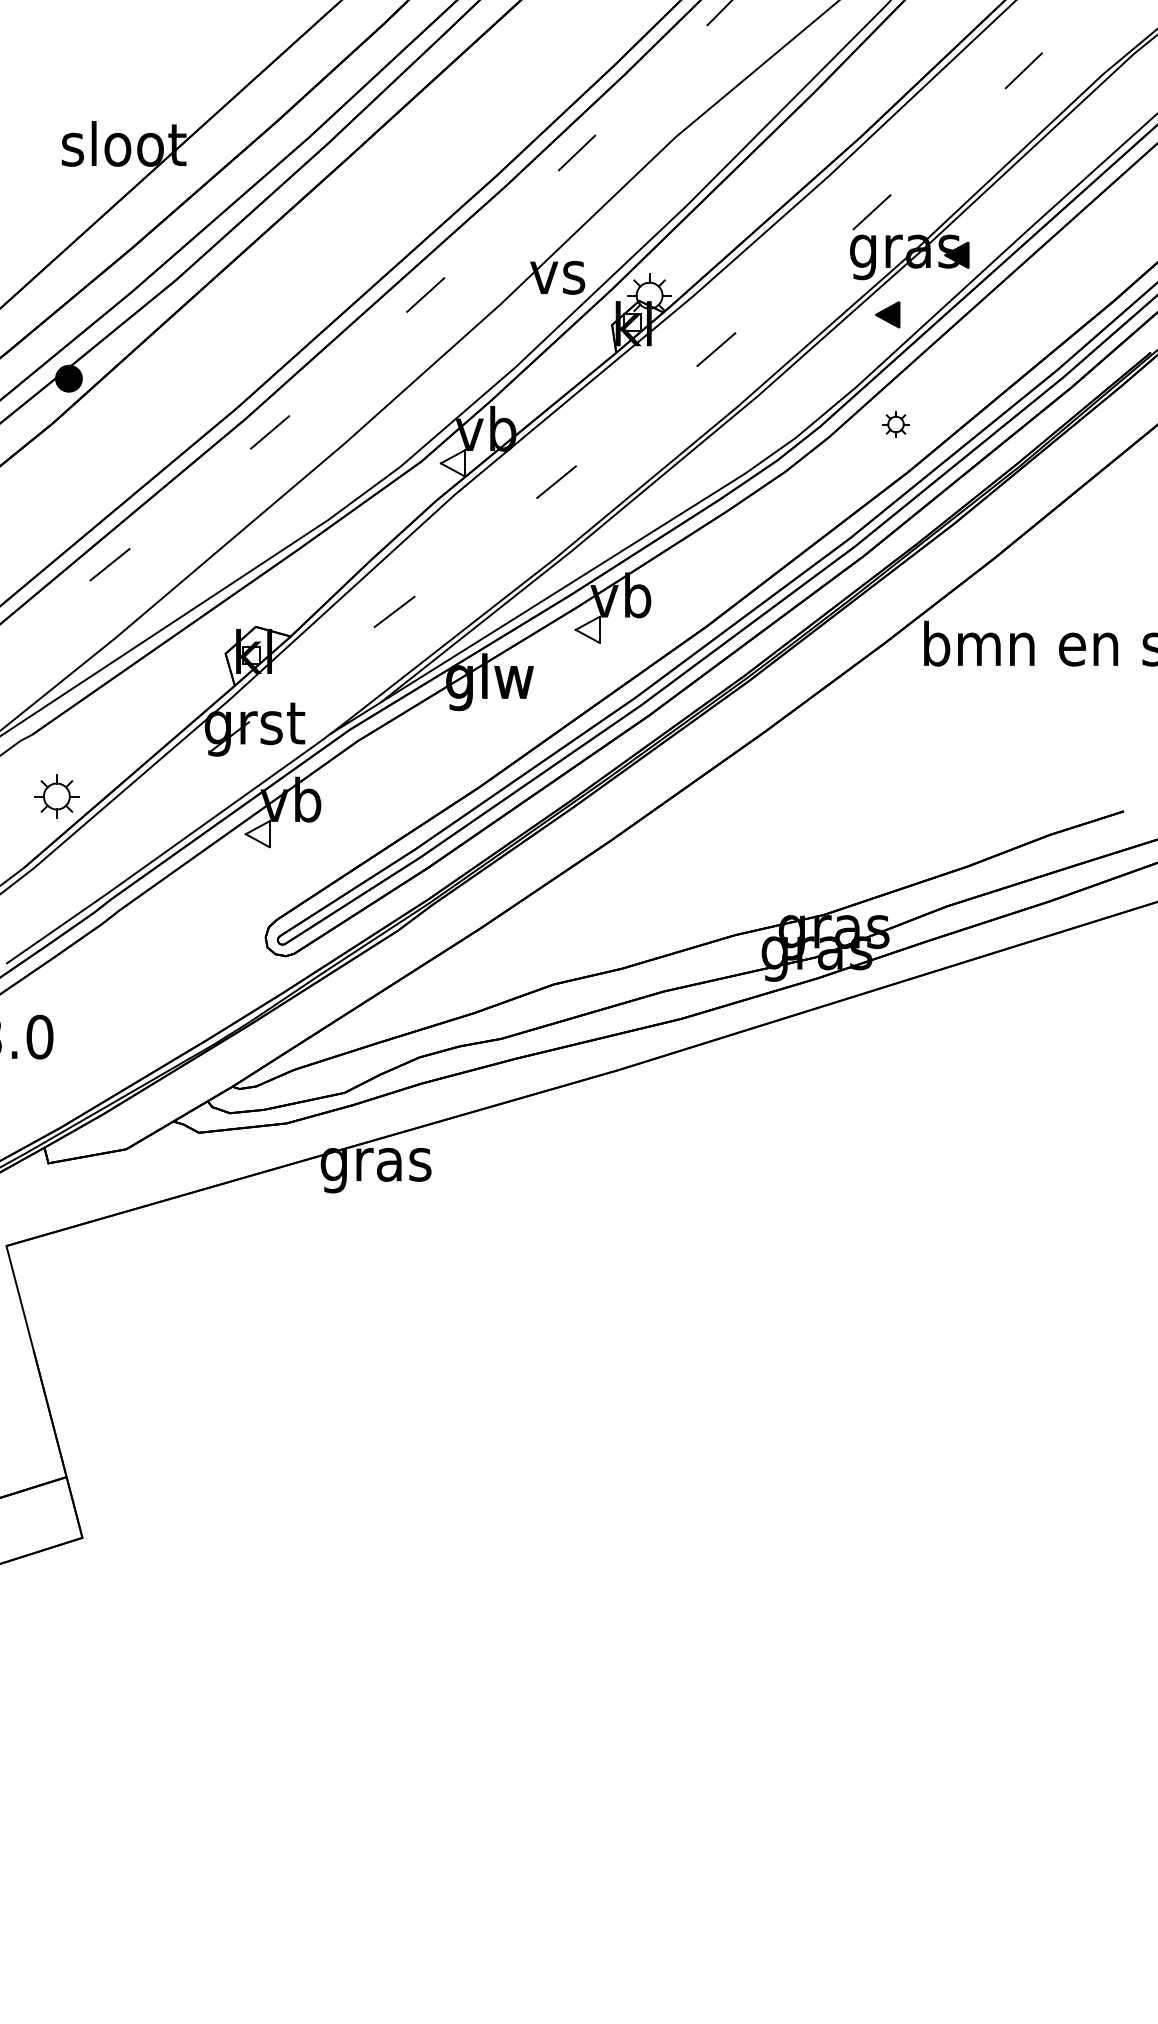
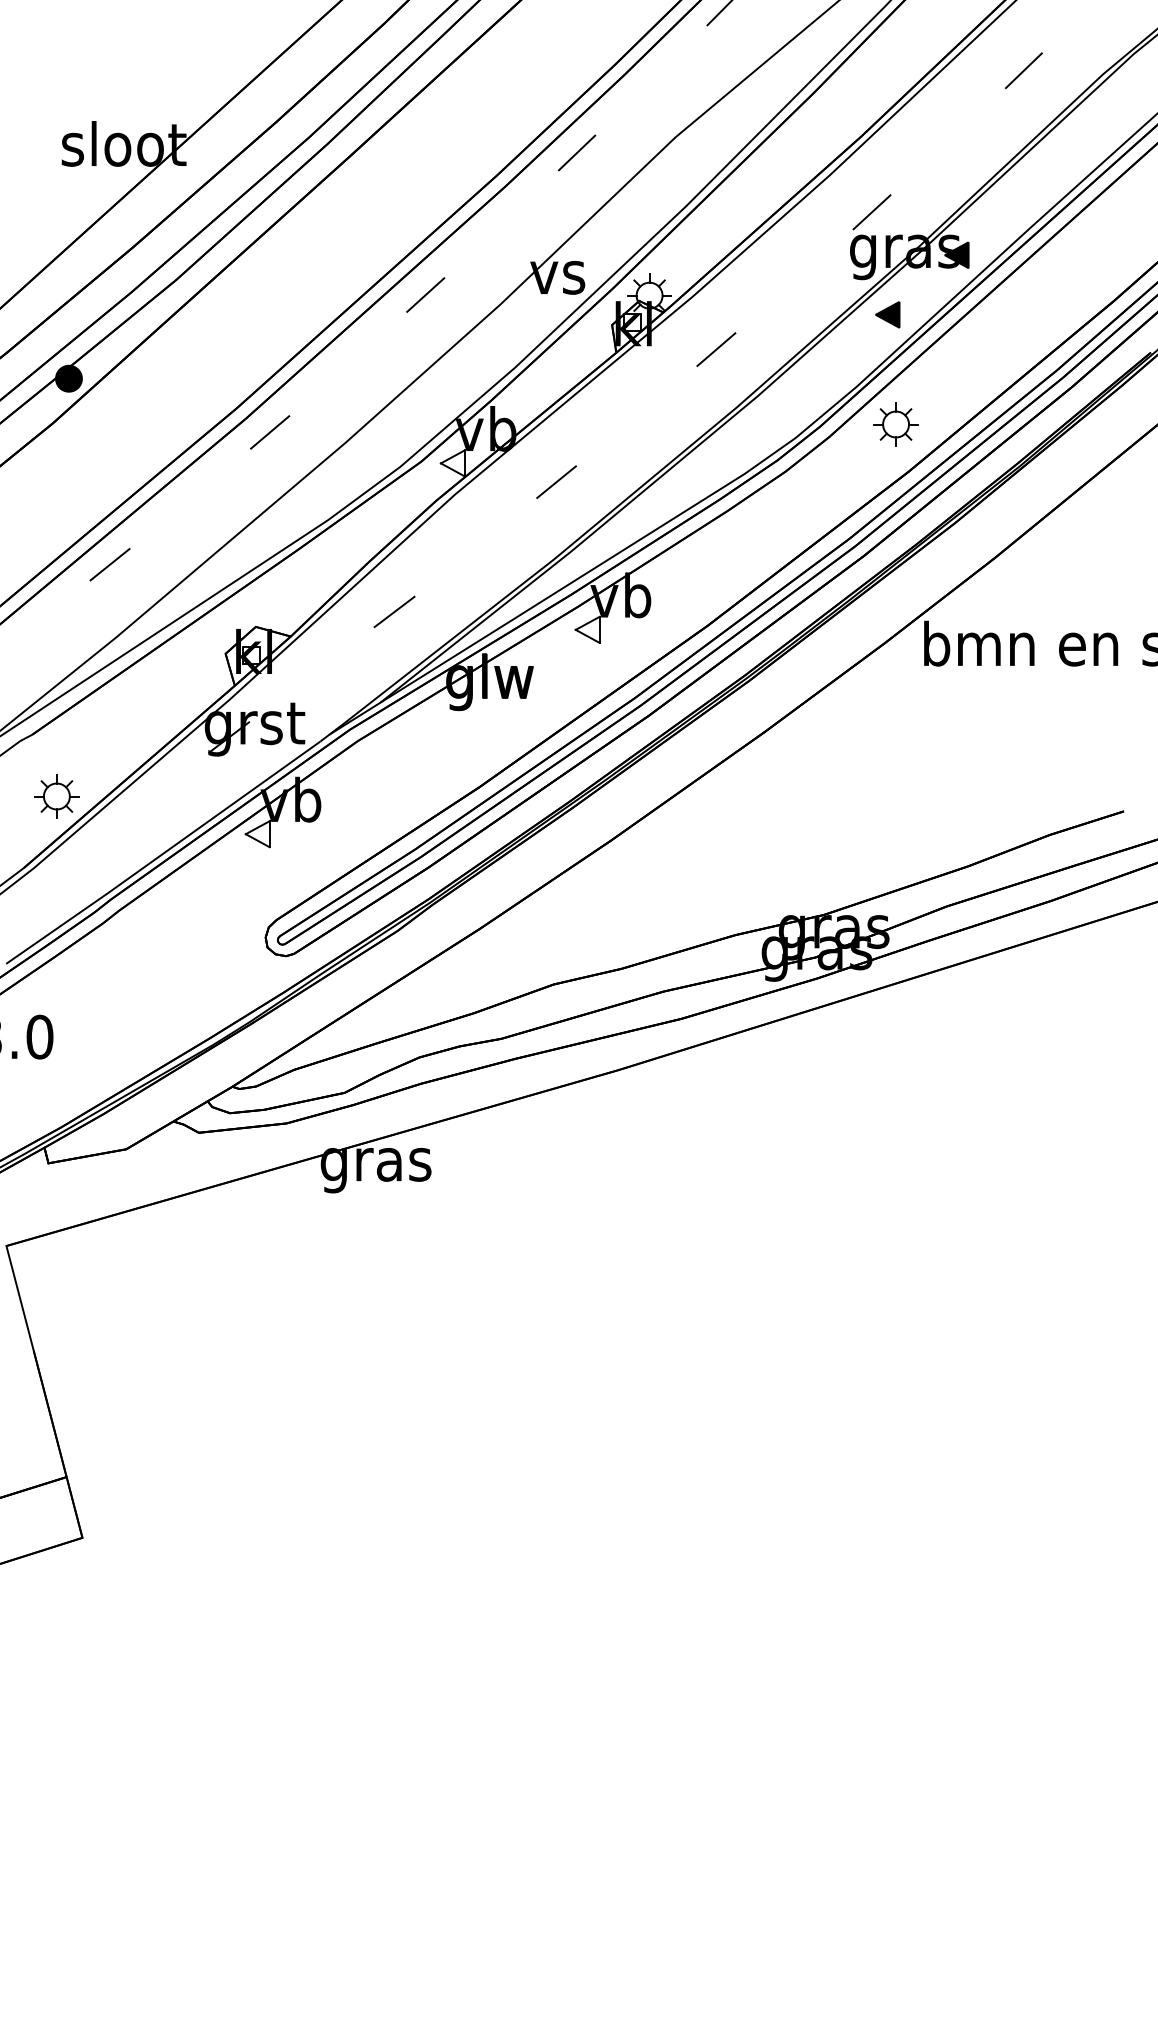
part at (895, 424) size: 28x27 px -> 46x45 px
